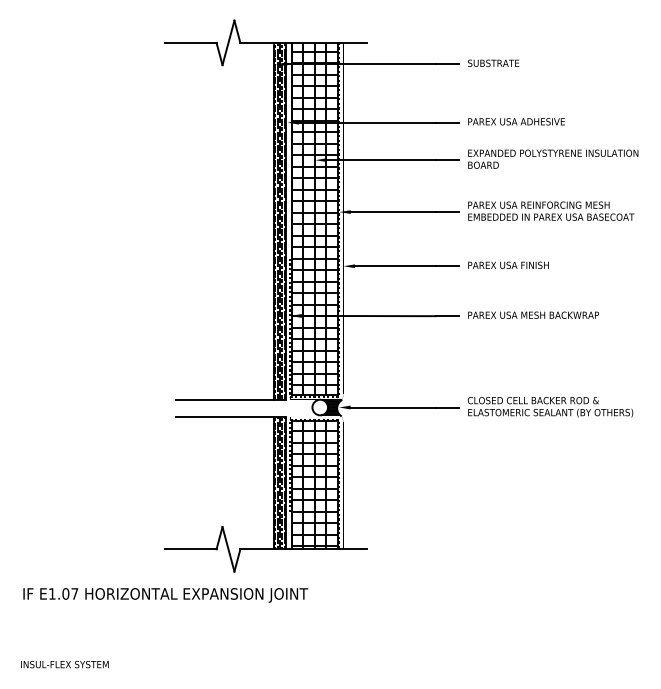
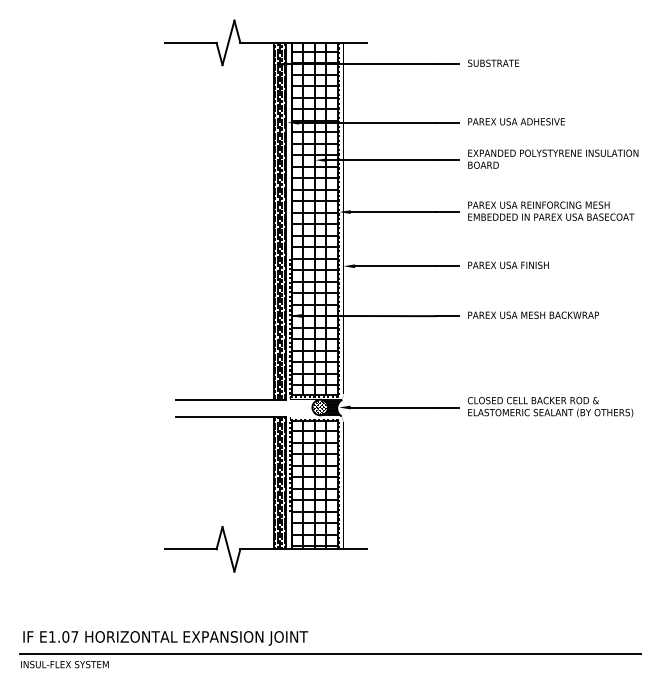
hatch at (320, 406): none -> present
text at (165, 595) position: (165, 595) -> (165, 638)
line at (330, 653): none -> present
